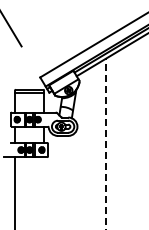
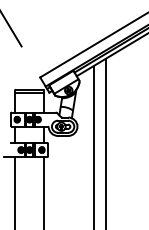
line at (105, 144): dashed -> solid
line at (93, 146): none -> present
line at (43, 191): none -> present
